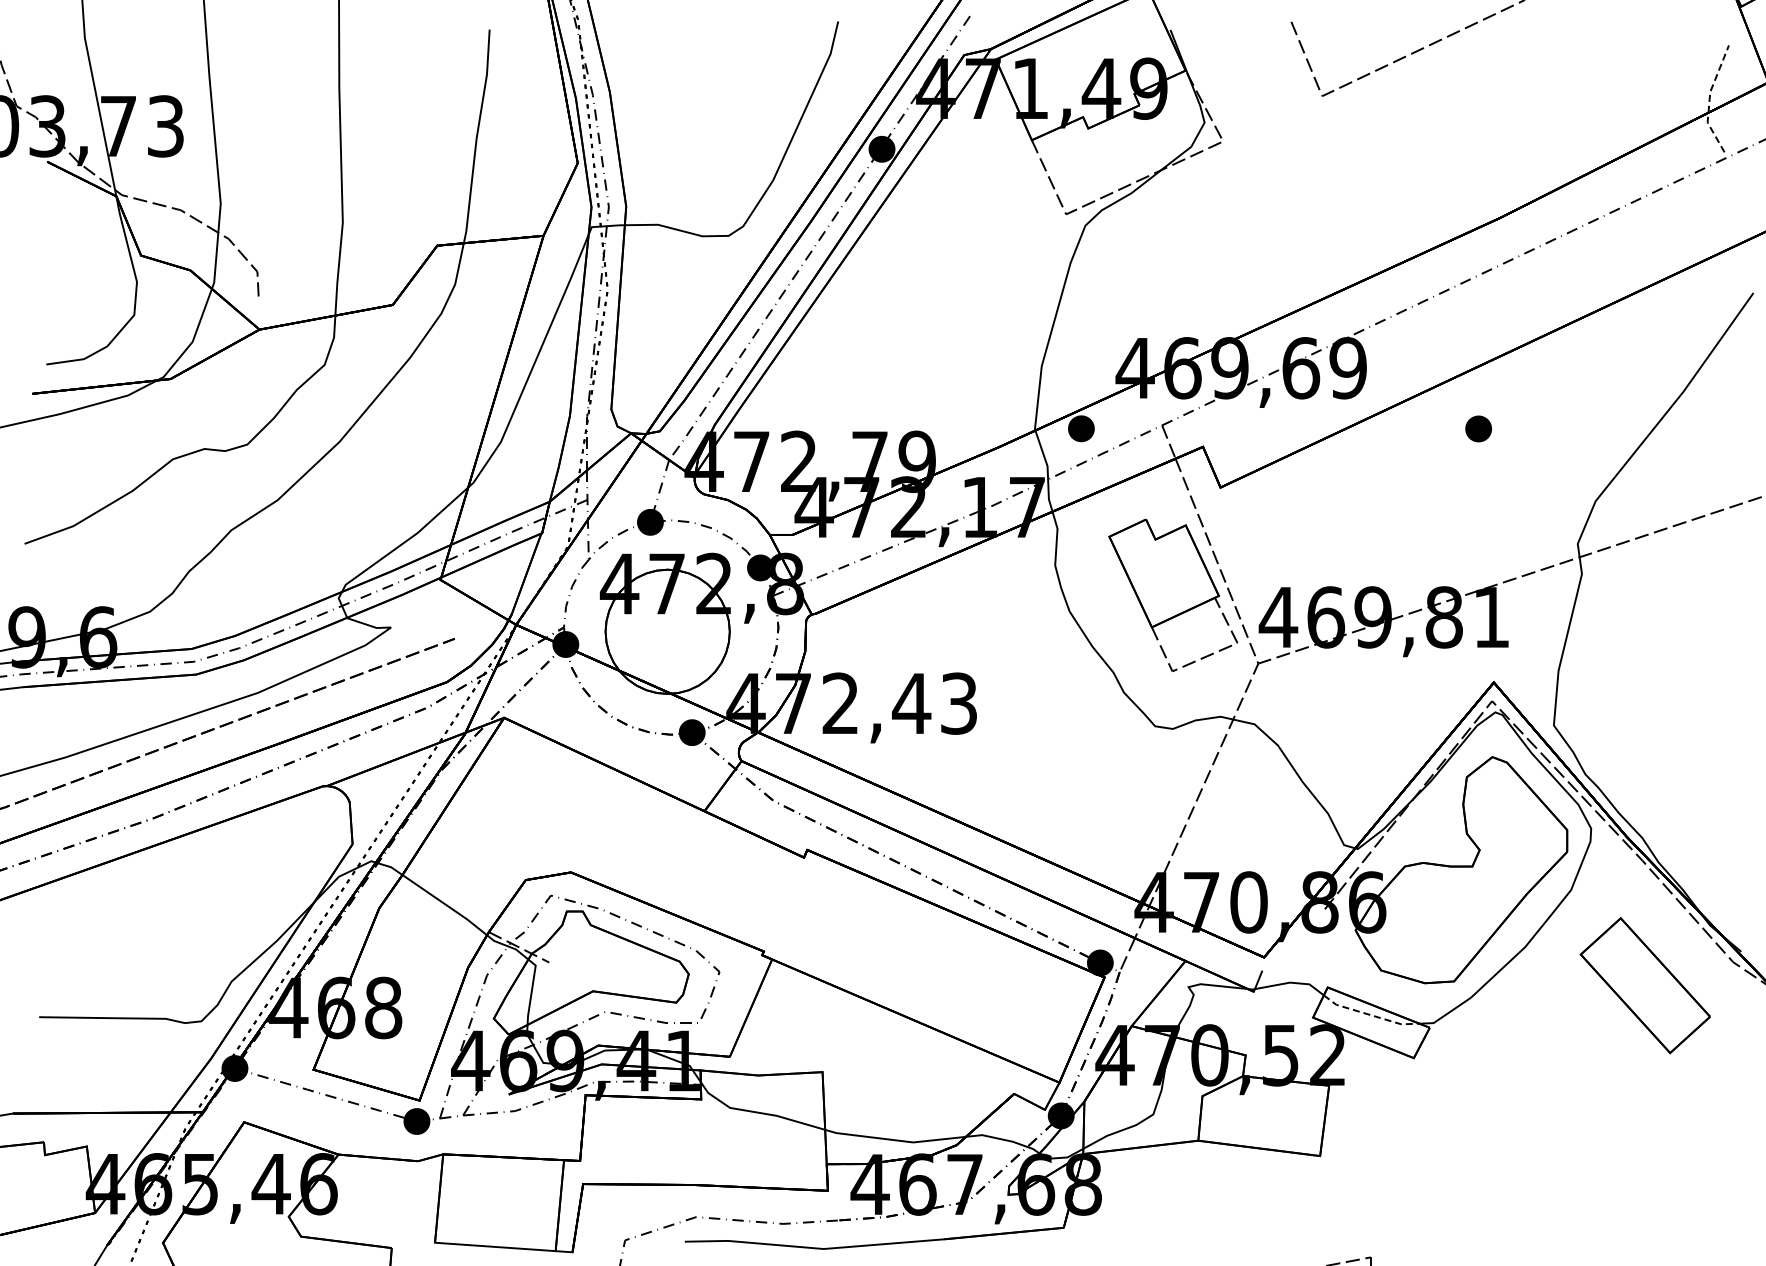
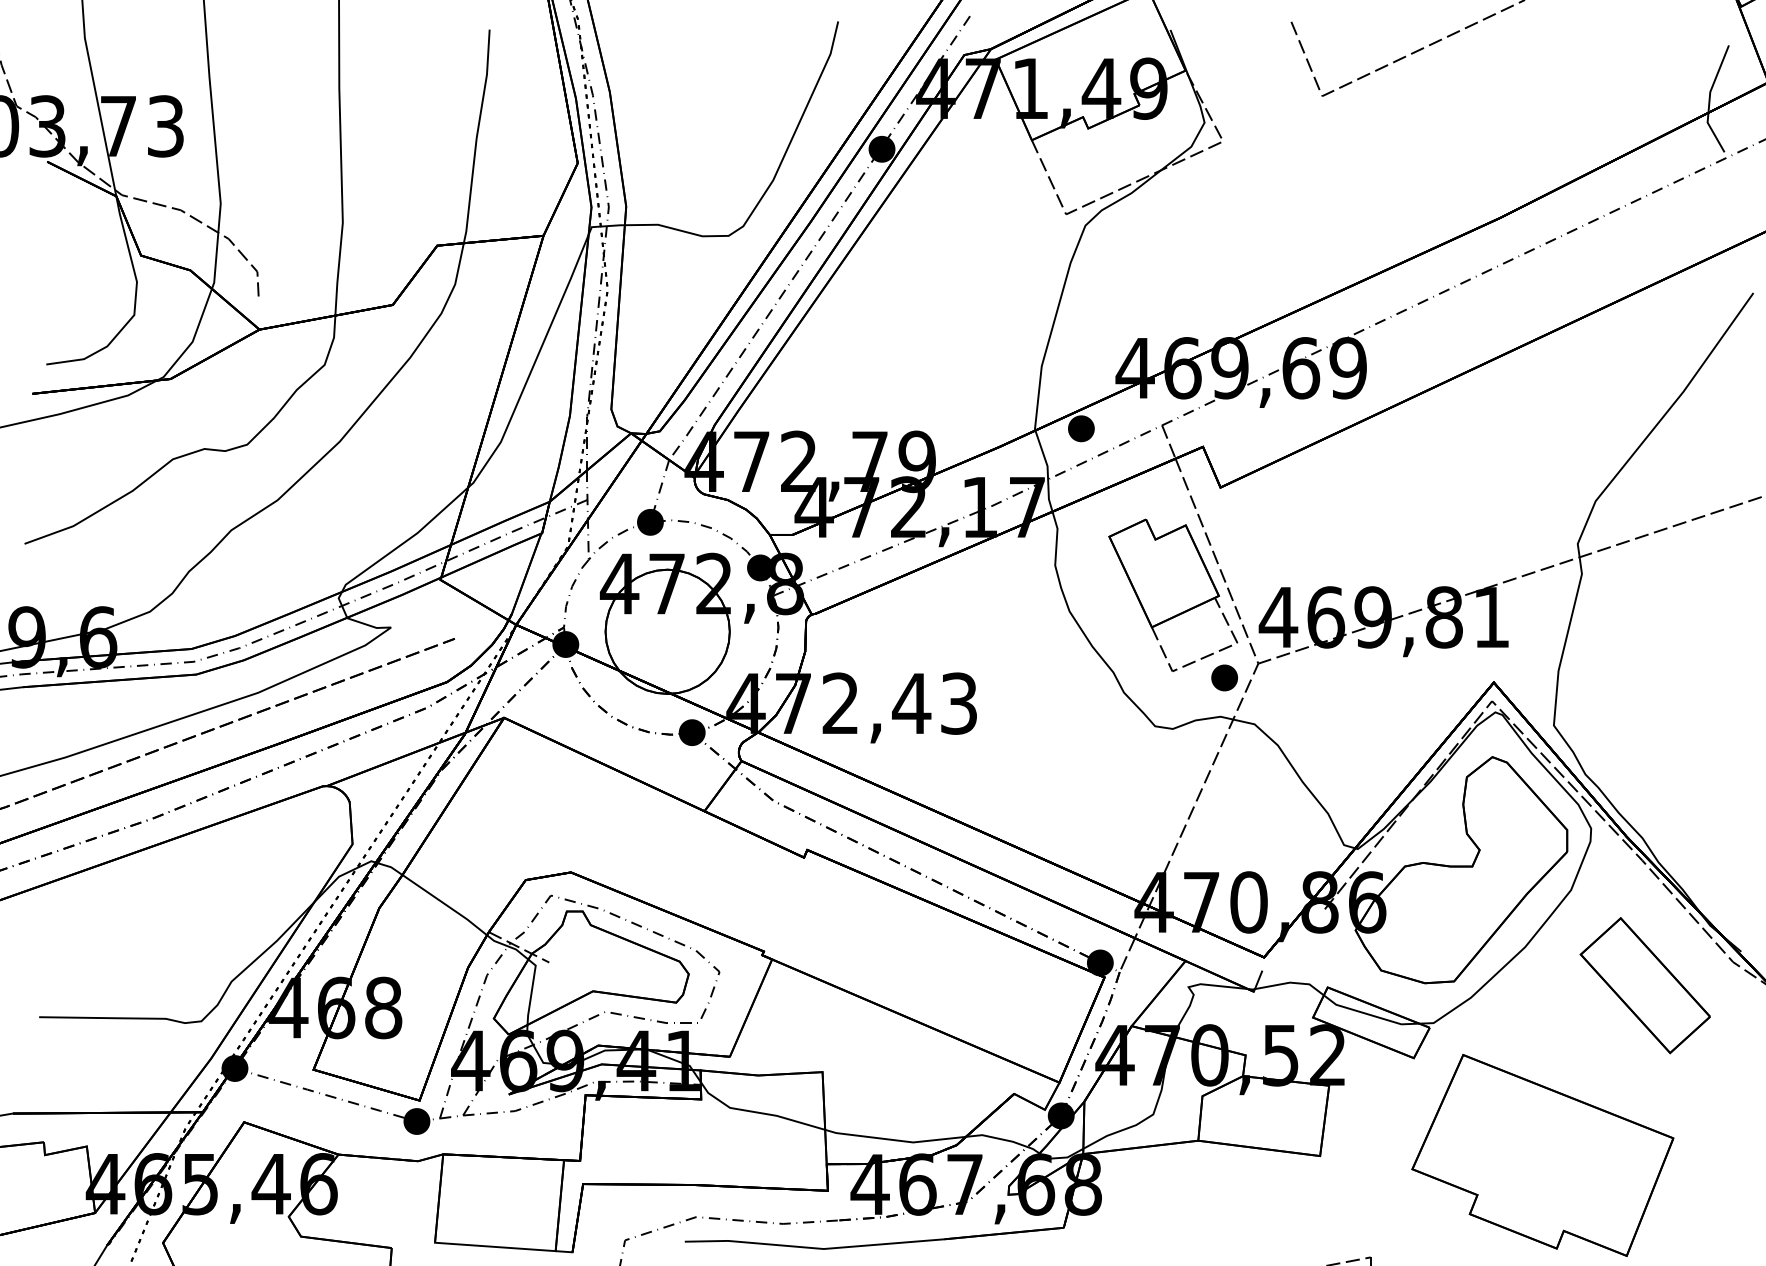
line at (1709, 98): dashed -> solid
part at (1478, 428) position: (1478, 428) -> (1224, 677)
line at (1370, 1014): dashed -> solid
part at (1542, 1155): none -> present
